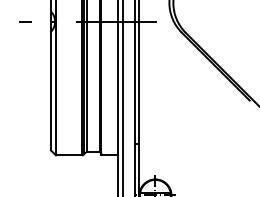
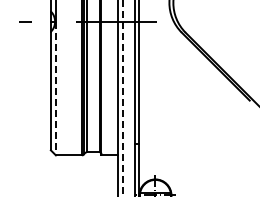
line at (55, 88): solid -> dashed
line at (123, 97): solid -> dashed
